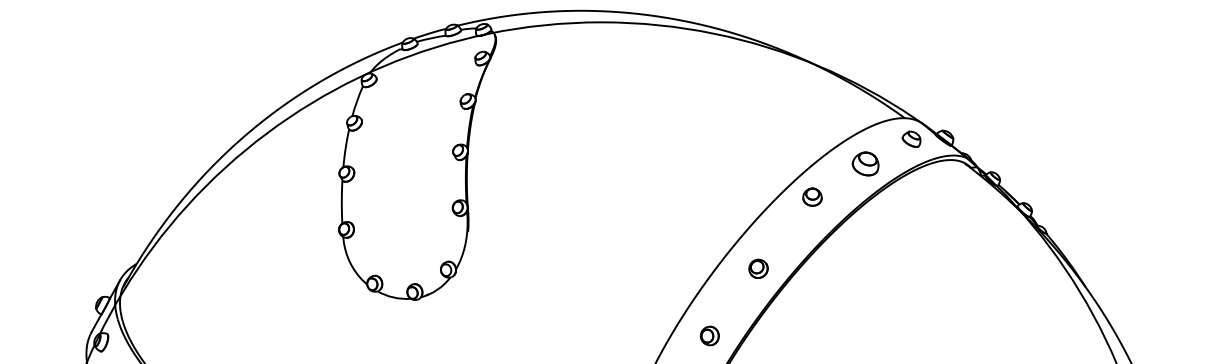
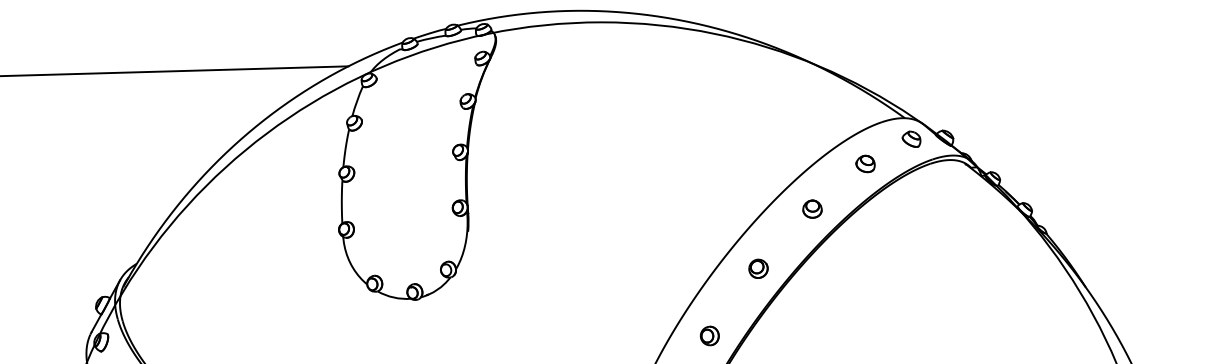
line at (175, 71): none -> present
part at (865, 163) size: 29x26 px -> 21x20 px
part at (812, 196) position: (812, 196) -> (812, 208)
